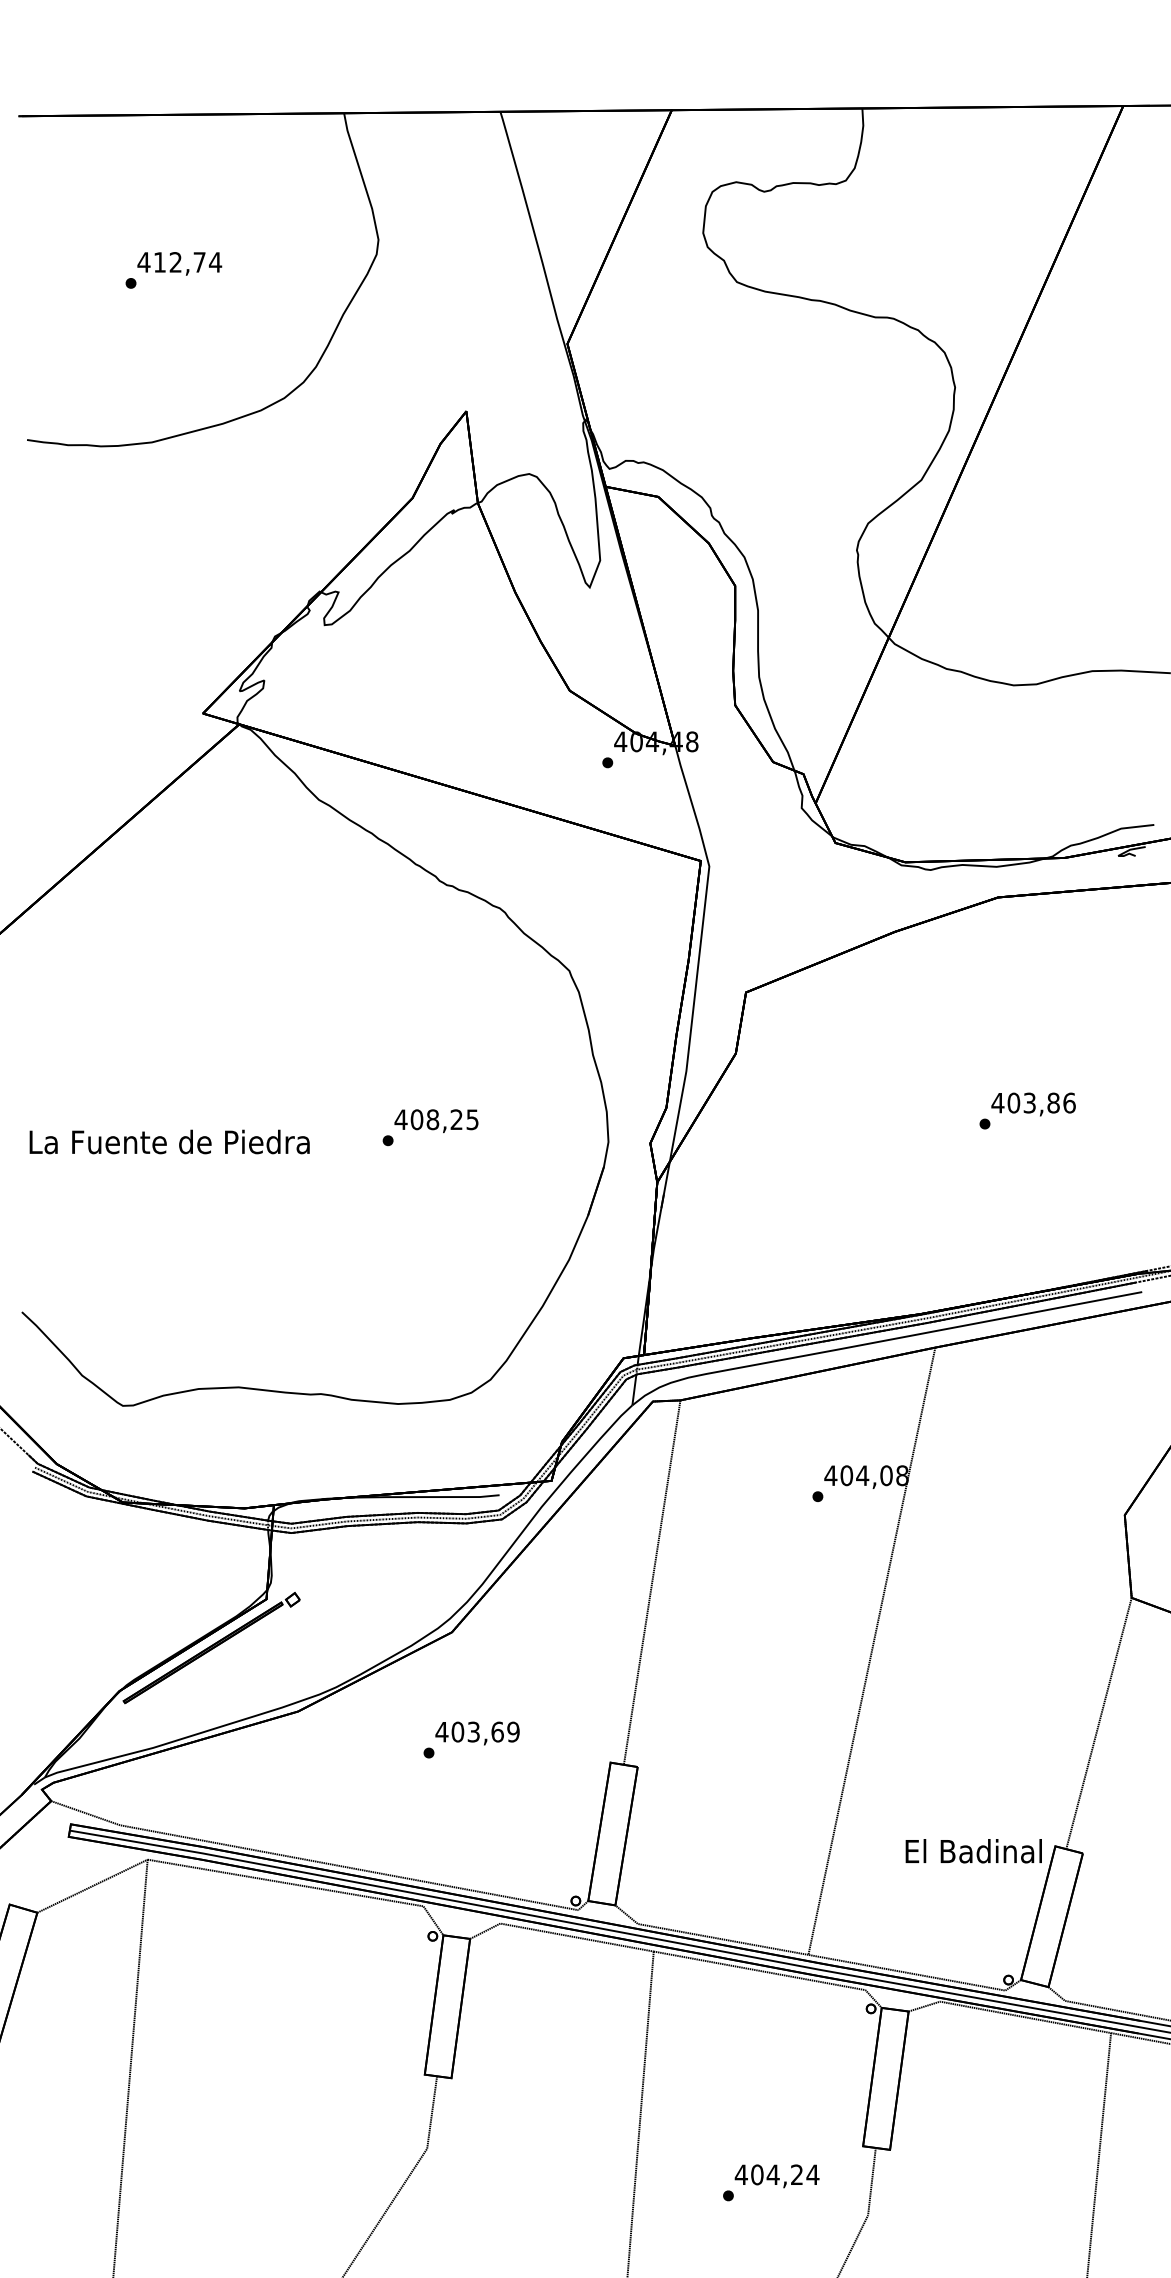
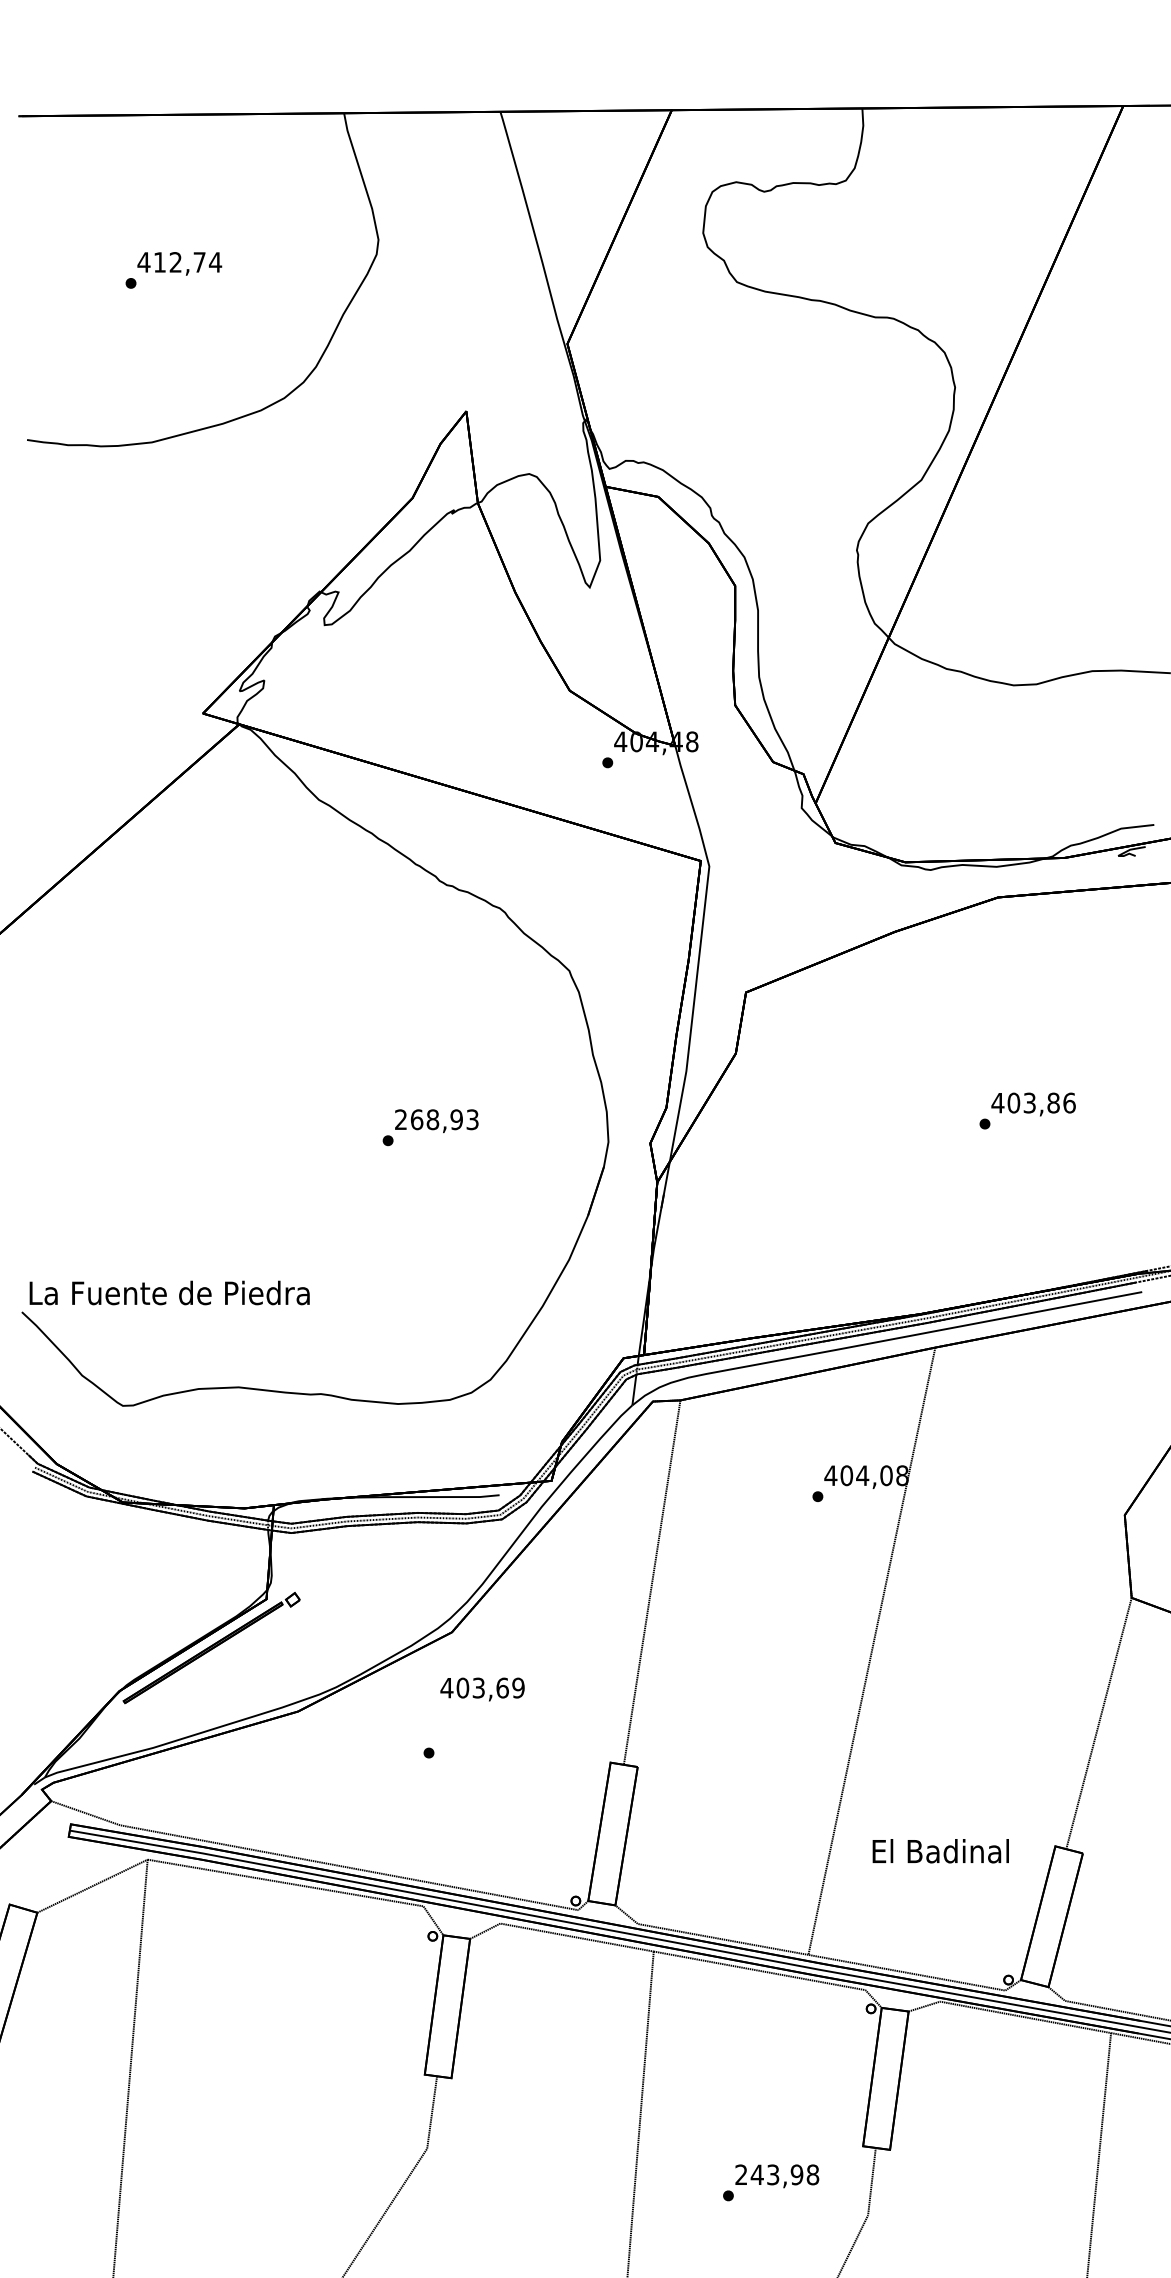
text at (436, 1119): 408,25 -> 268,93
text at (169, 1141) position: (169, 1141) -> (169, 1292)
text at (477, 1733) position: (477, 1733) -> (482, 1689)
text at (973, 1851) position: (973, 1851) -> (940, 1851)
text at (776, 2174): 404,24 -> 243,98
